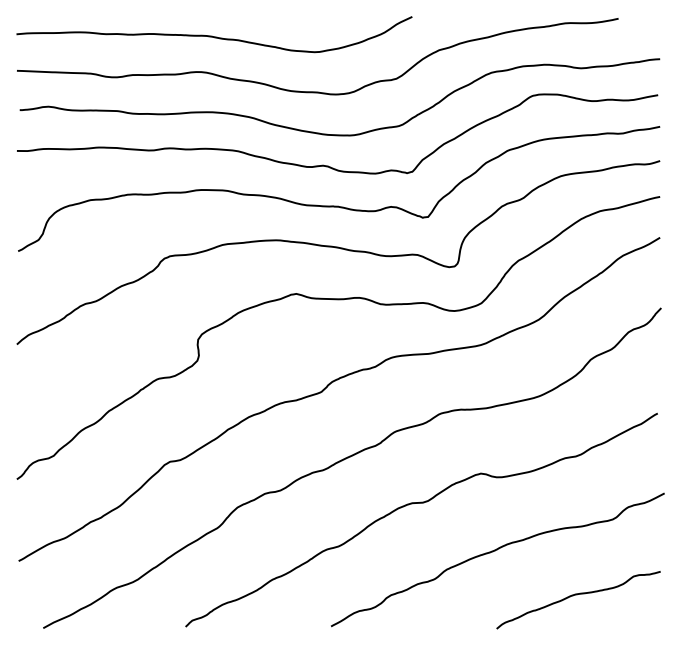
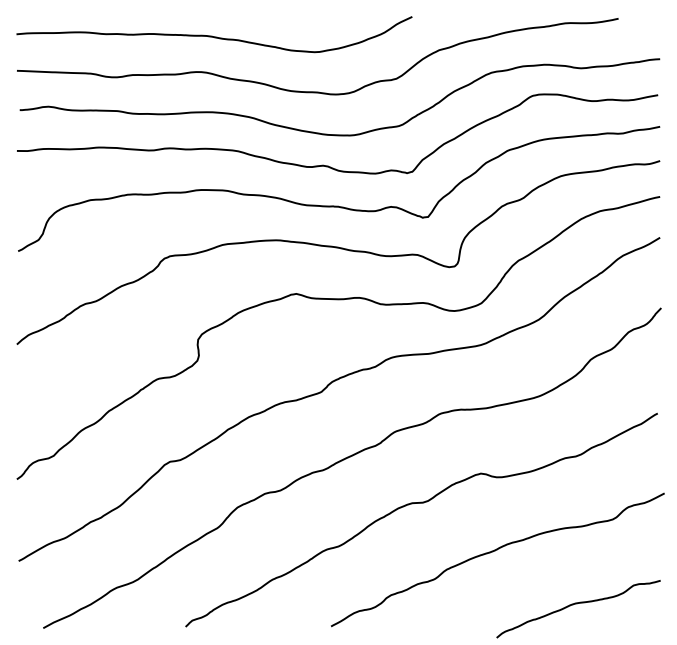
curve at (577, 595) position: (577, 595) -> (577, 604)
